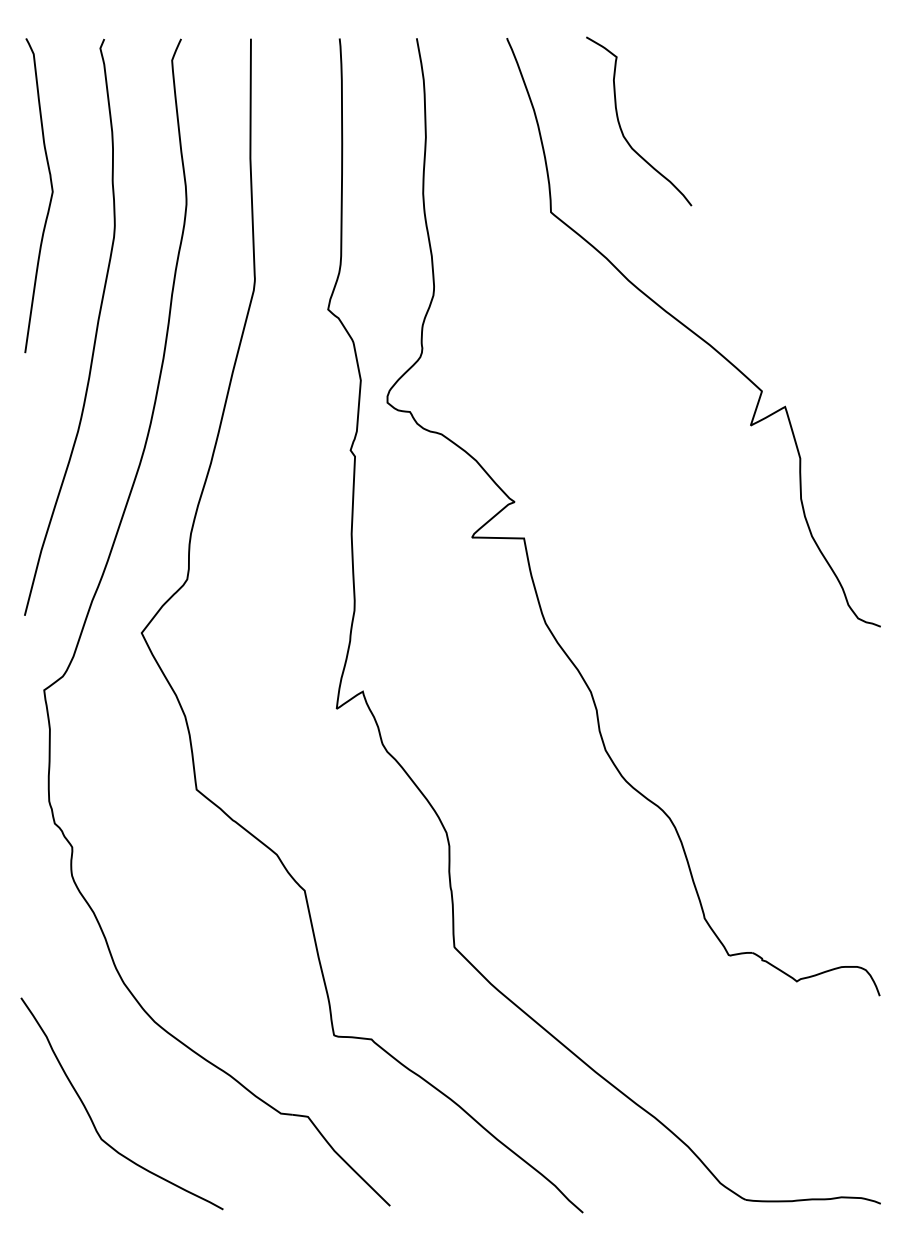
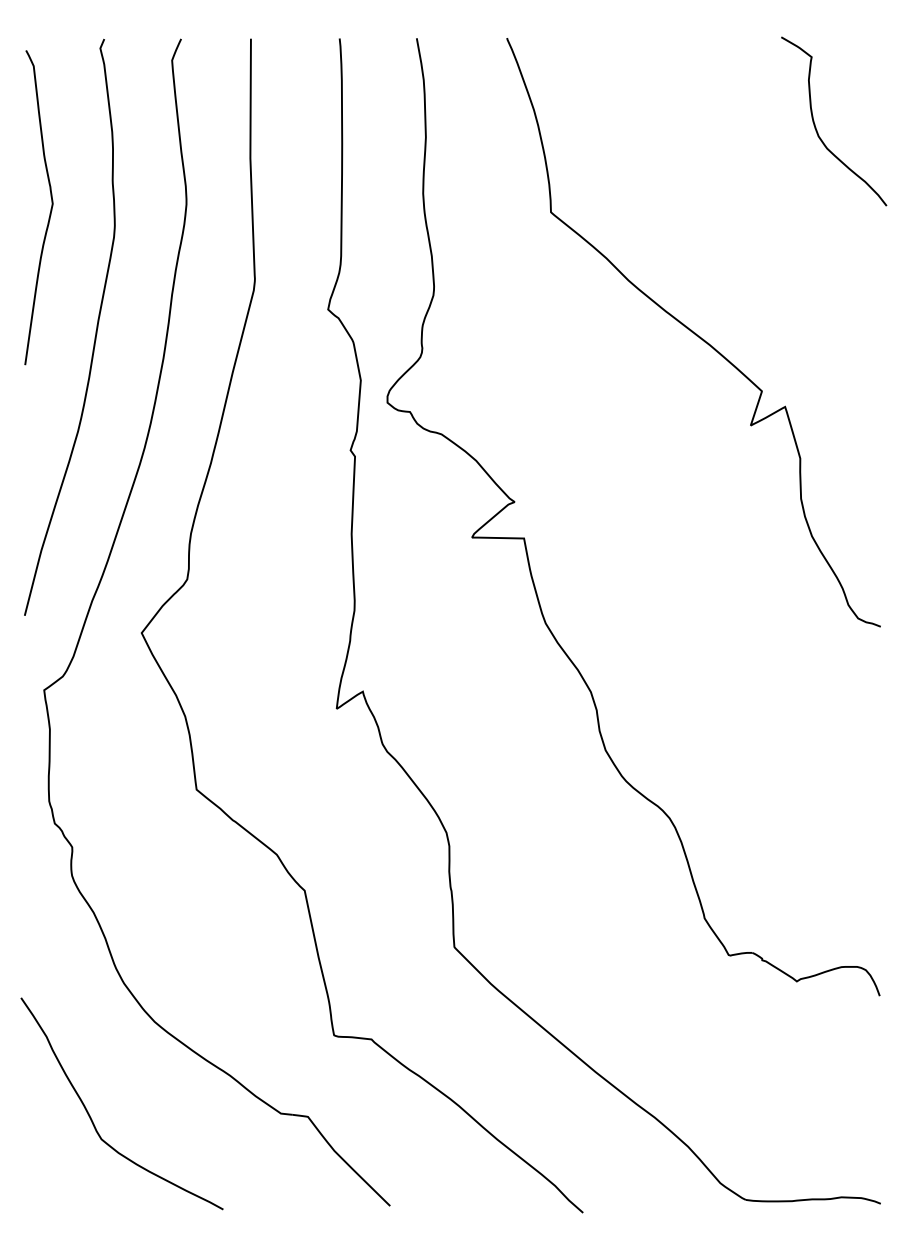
curve at (621, 127) position: (621, 127) -> (816, 127)
curve at (50, 196) position: (50, 196) -> (50, 208)
